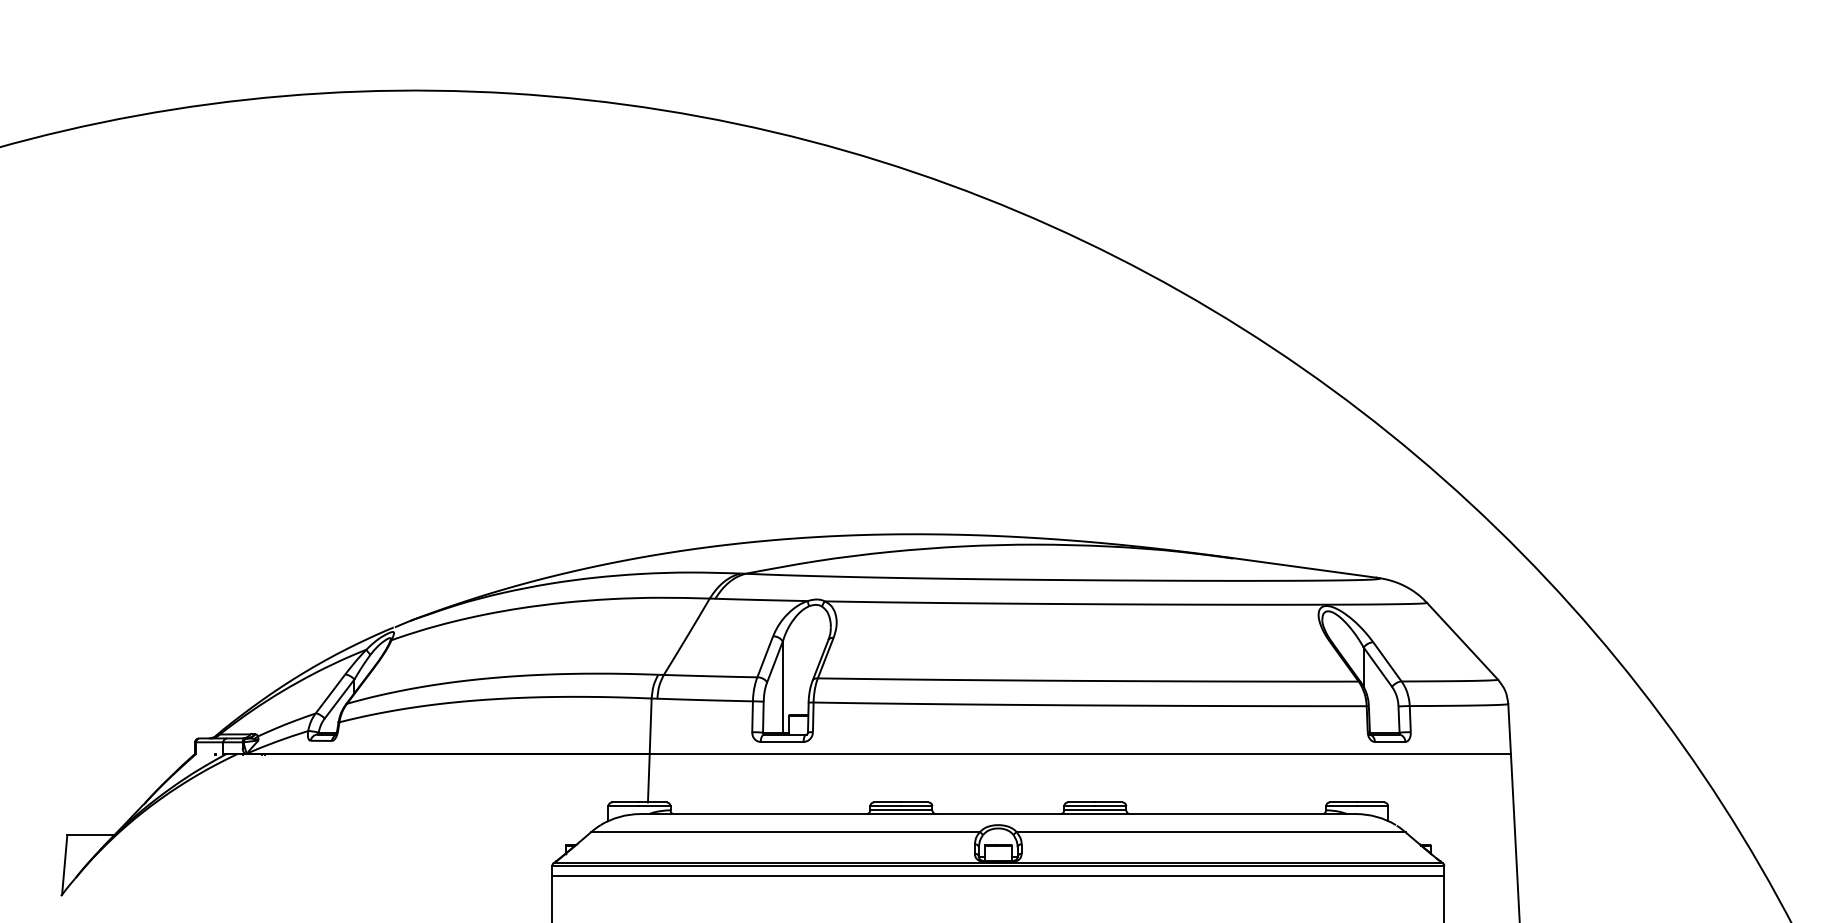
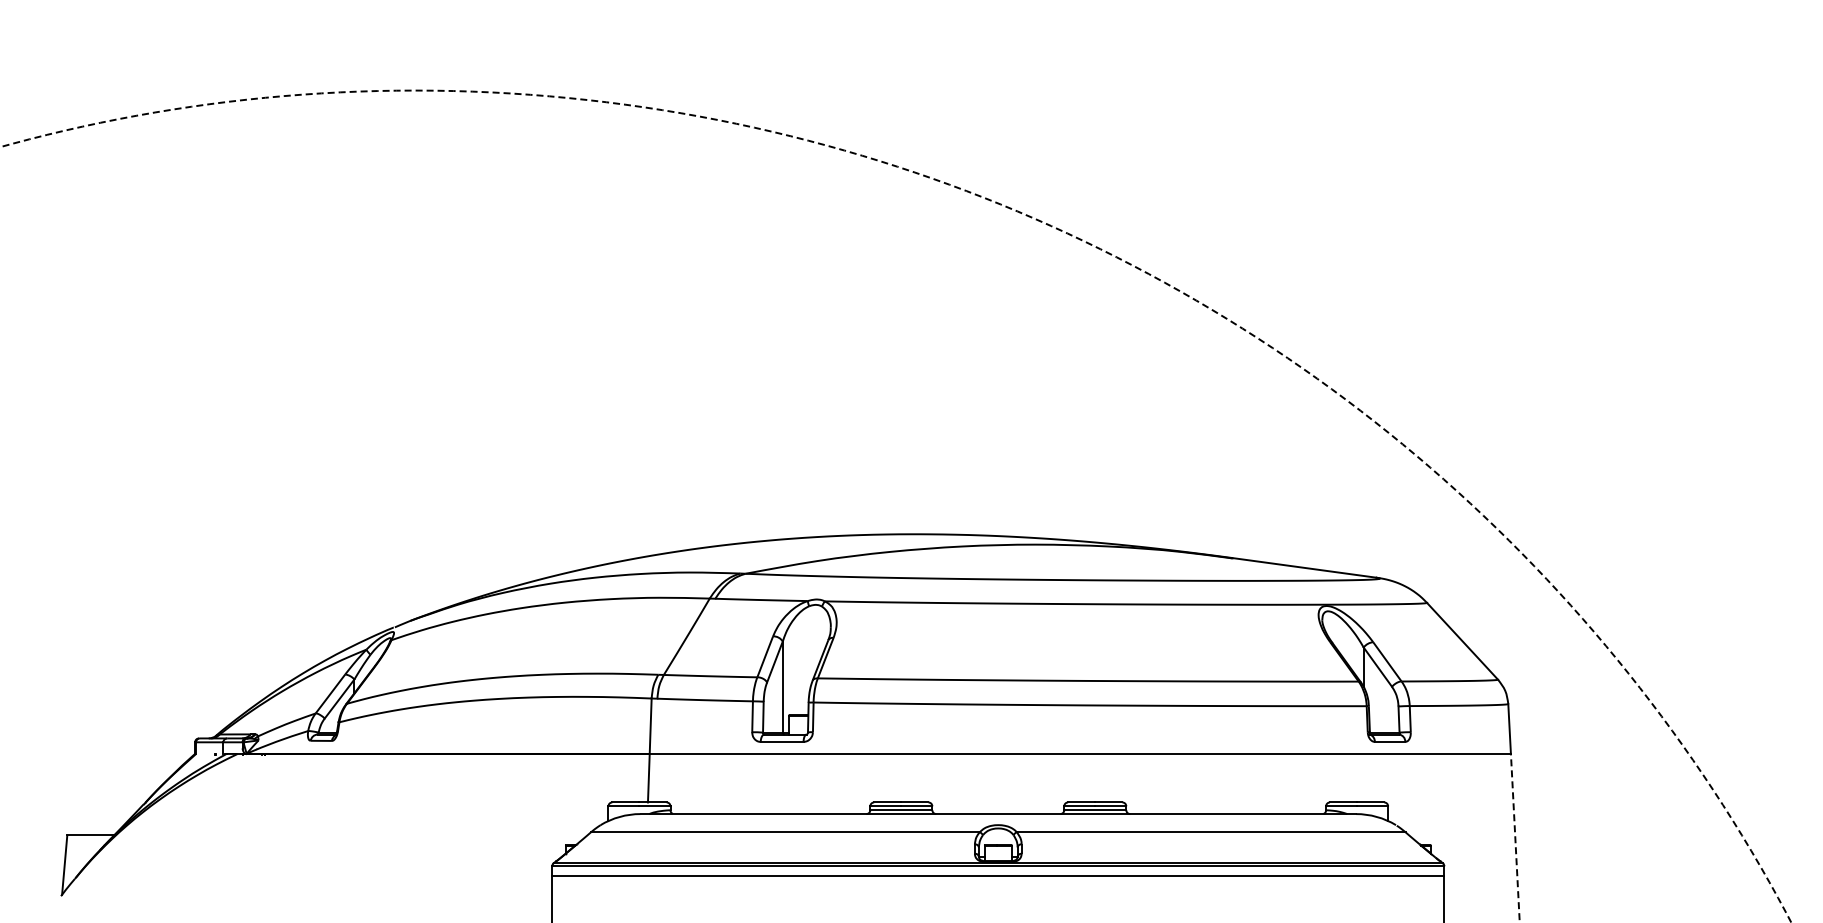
arc at (1033, 218): solid -> dashed
line at (1515, 837): solid -> dashed
